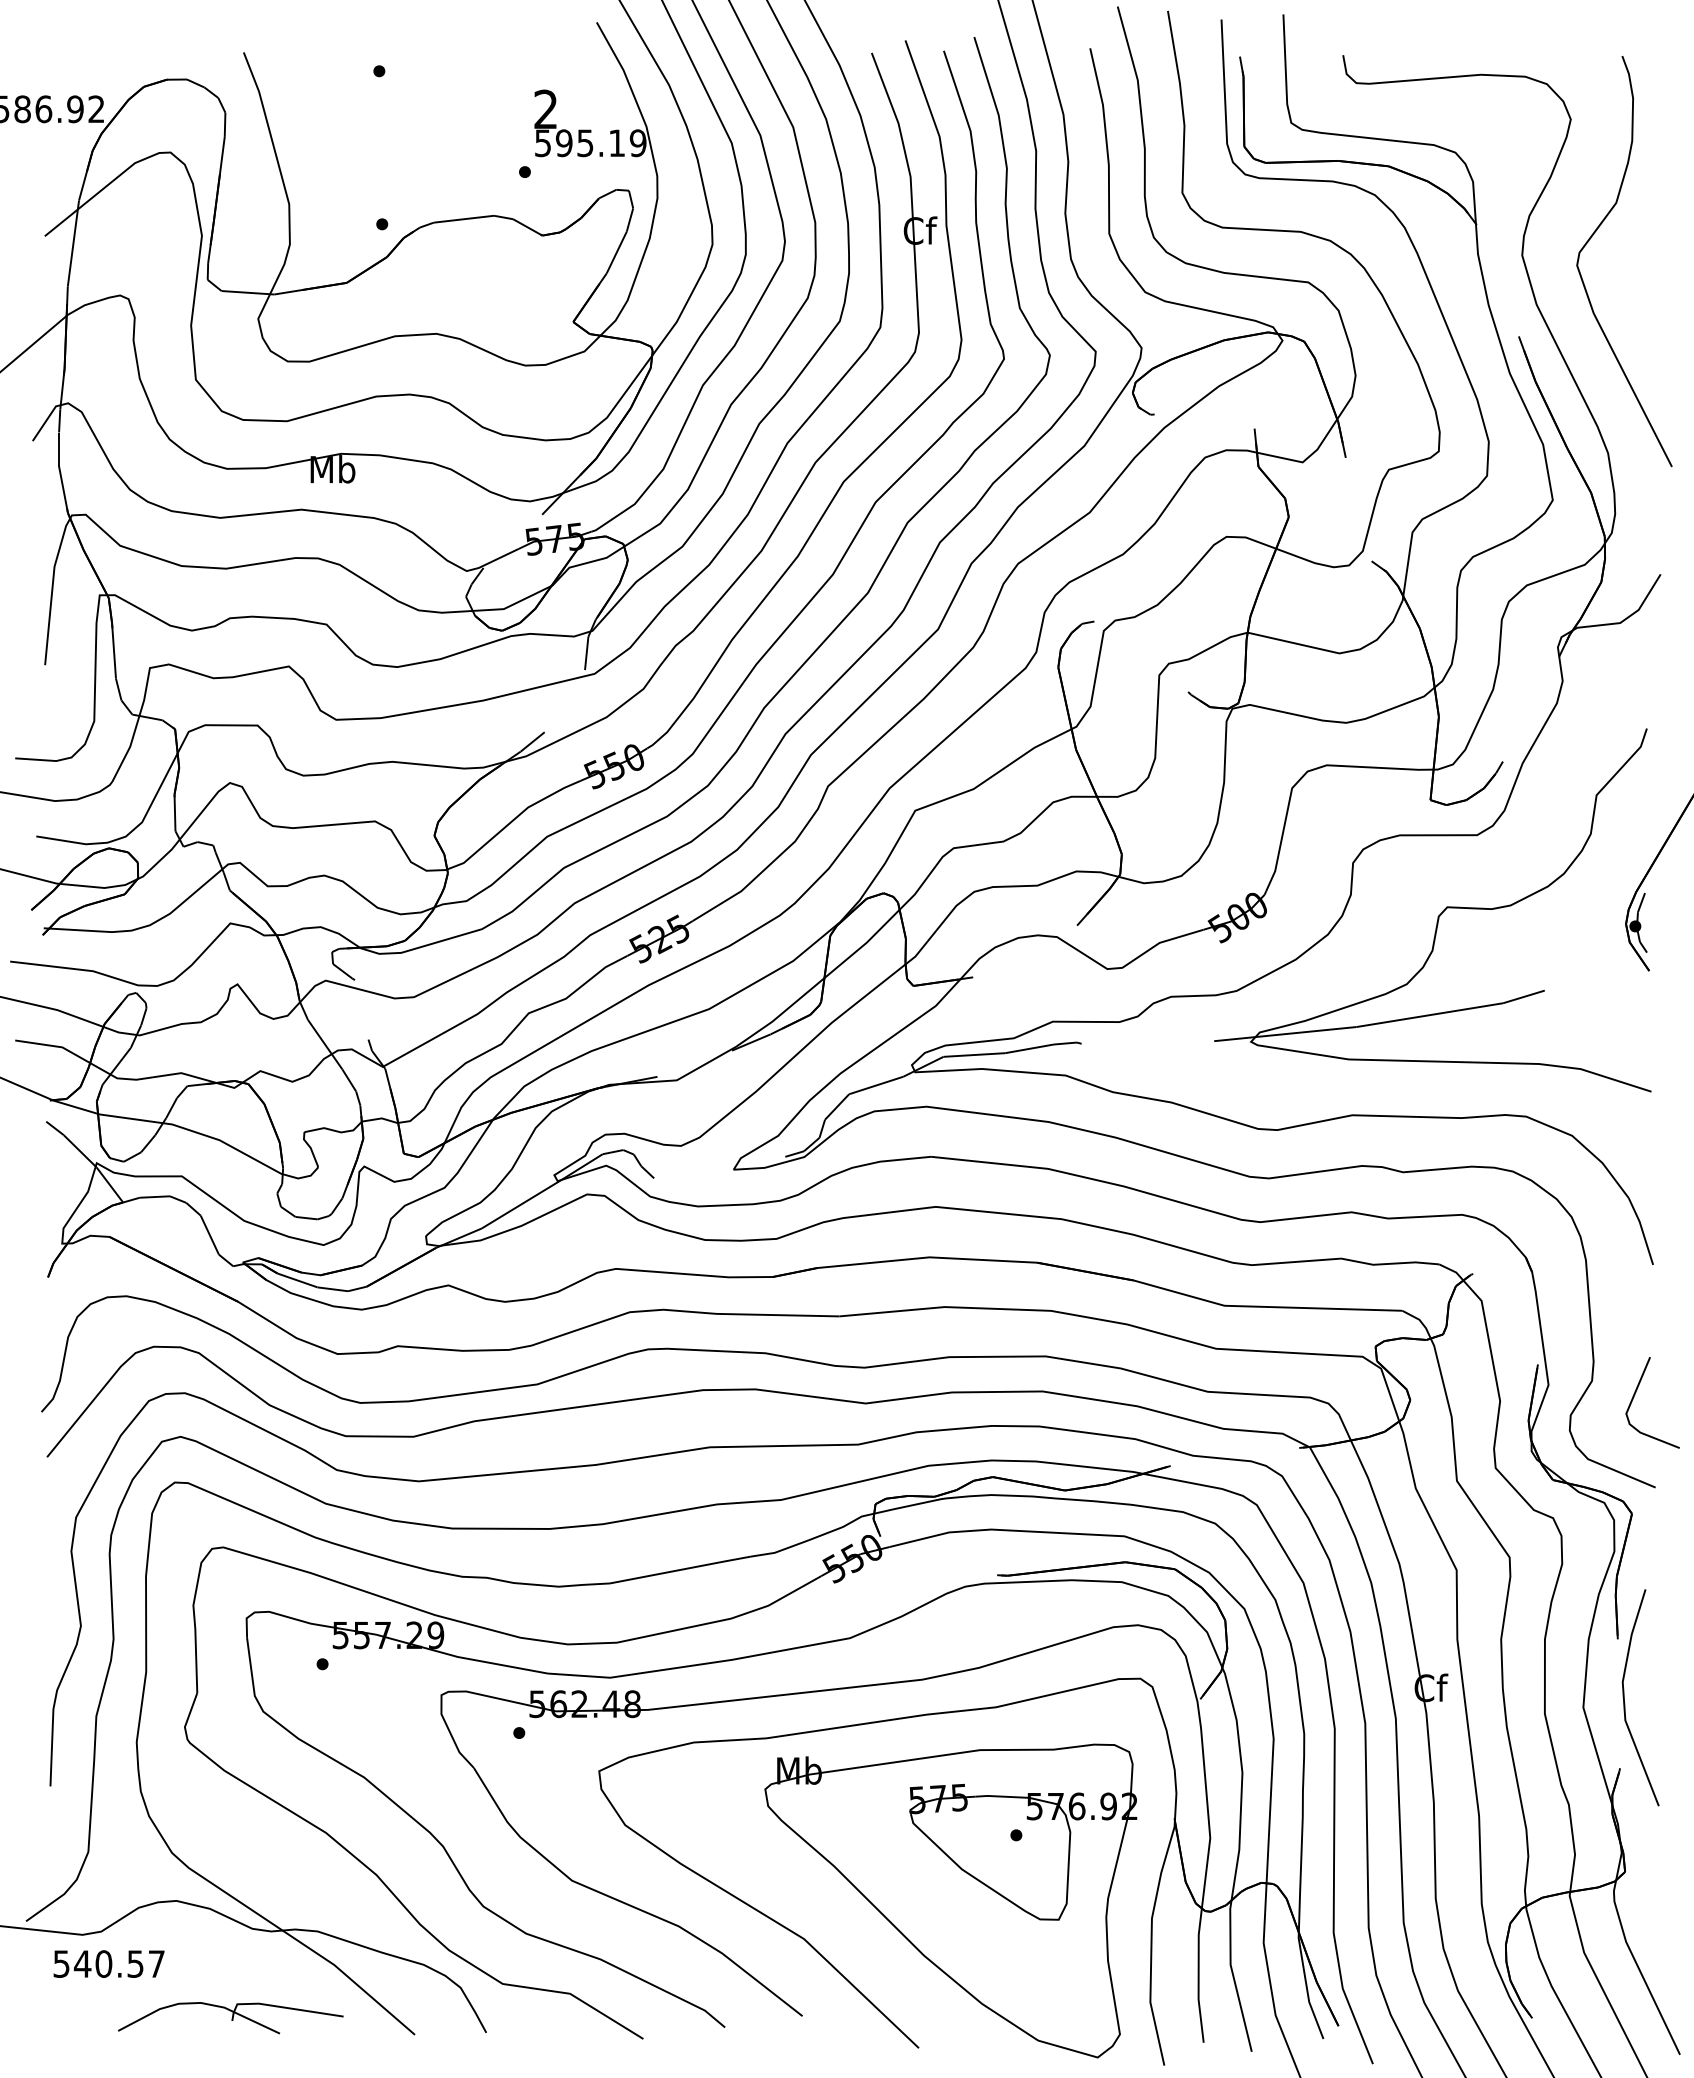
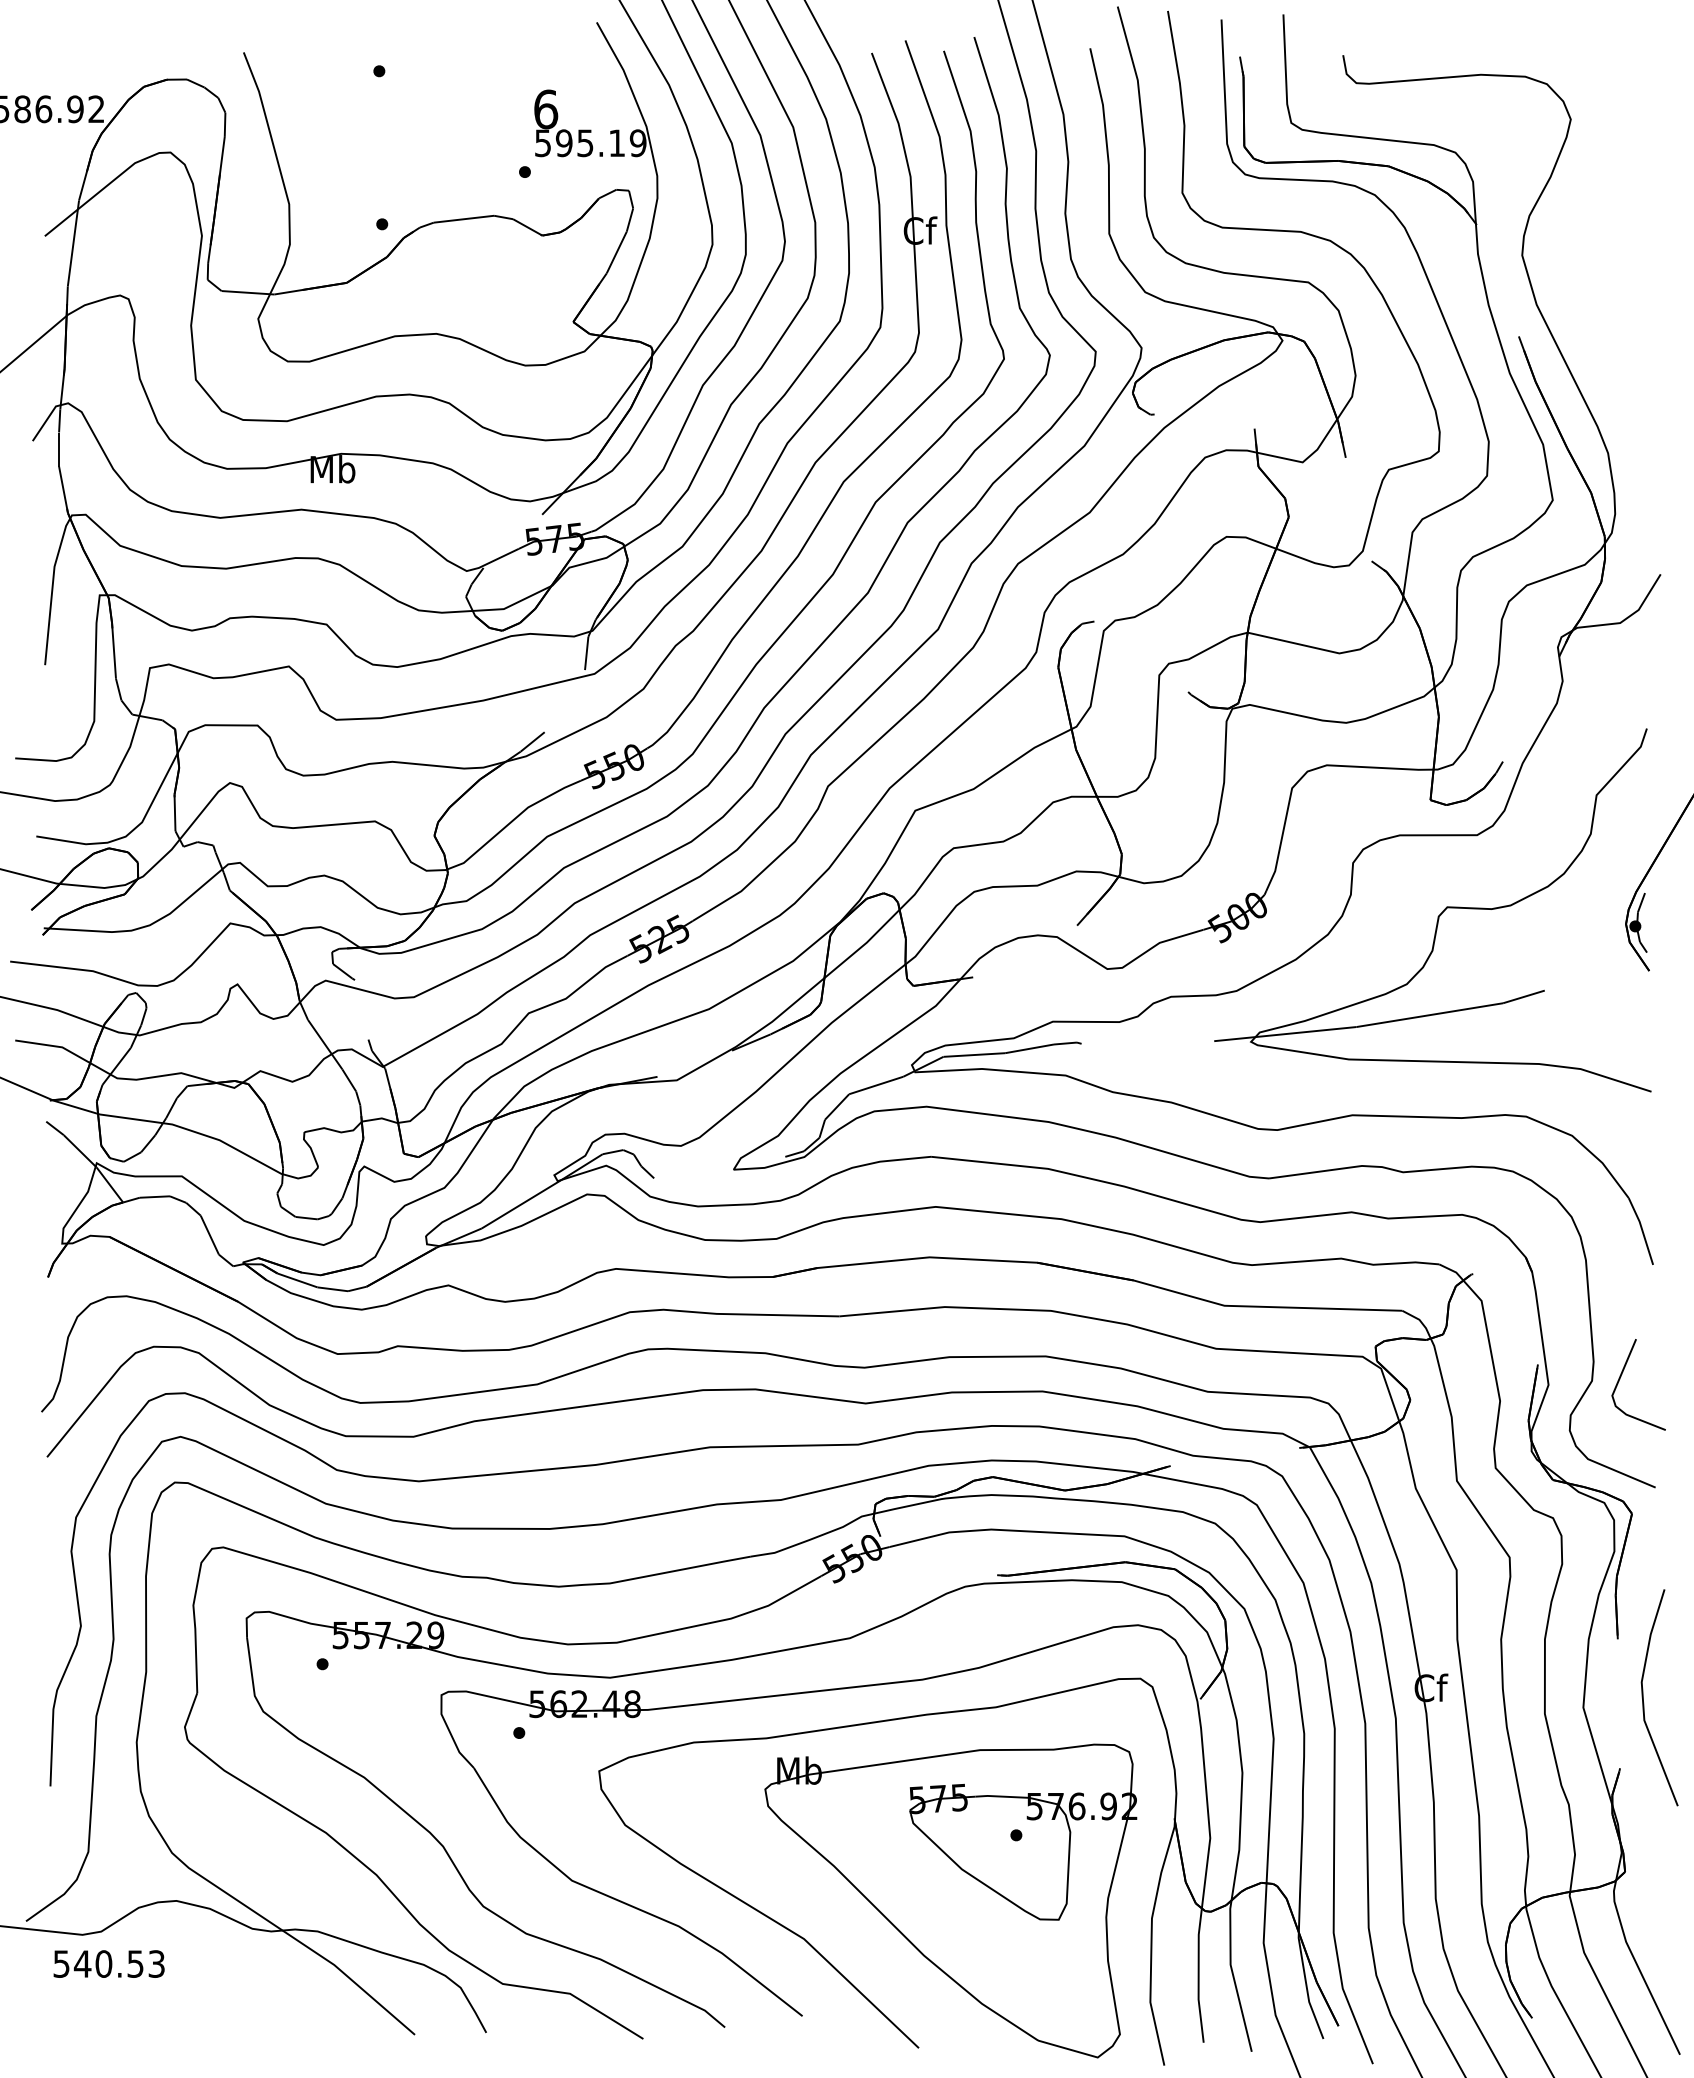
text at (546, 109): 2 -> 6
curve at (1591, 238): present -> none
line at (1634, 1397) position: (1634, 1397) -> (1620, 1379)
line at (1624, 1697) position: (1624, 1697) -> (1643, 1697)
text at (156, 1963): 540.57 -> 540.53
part at (230, 2018): present -> none
